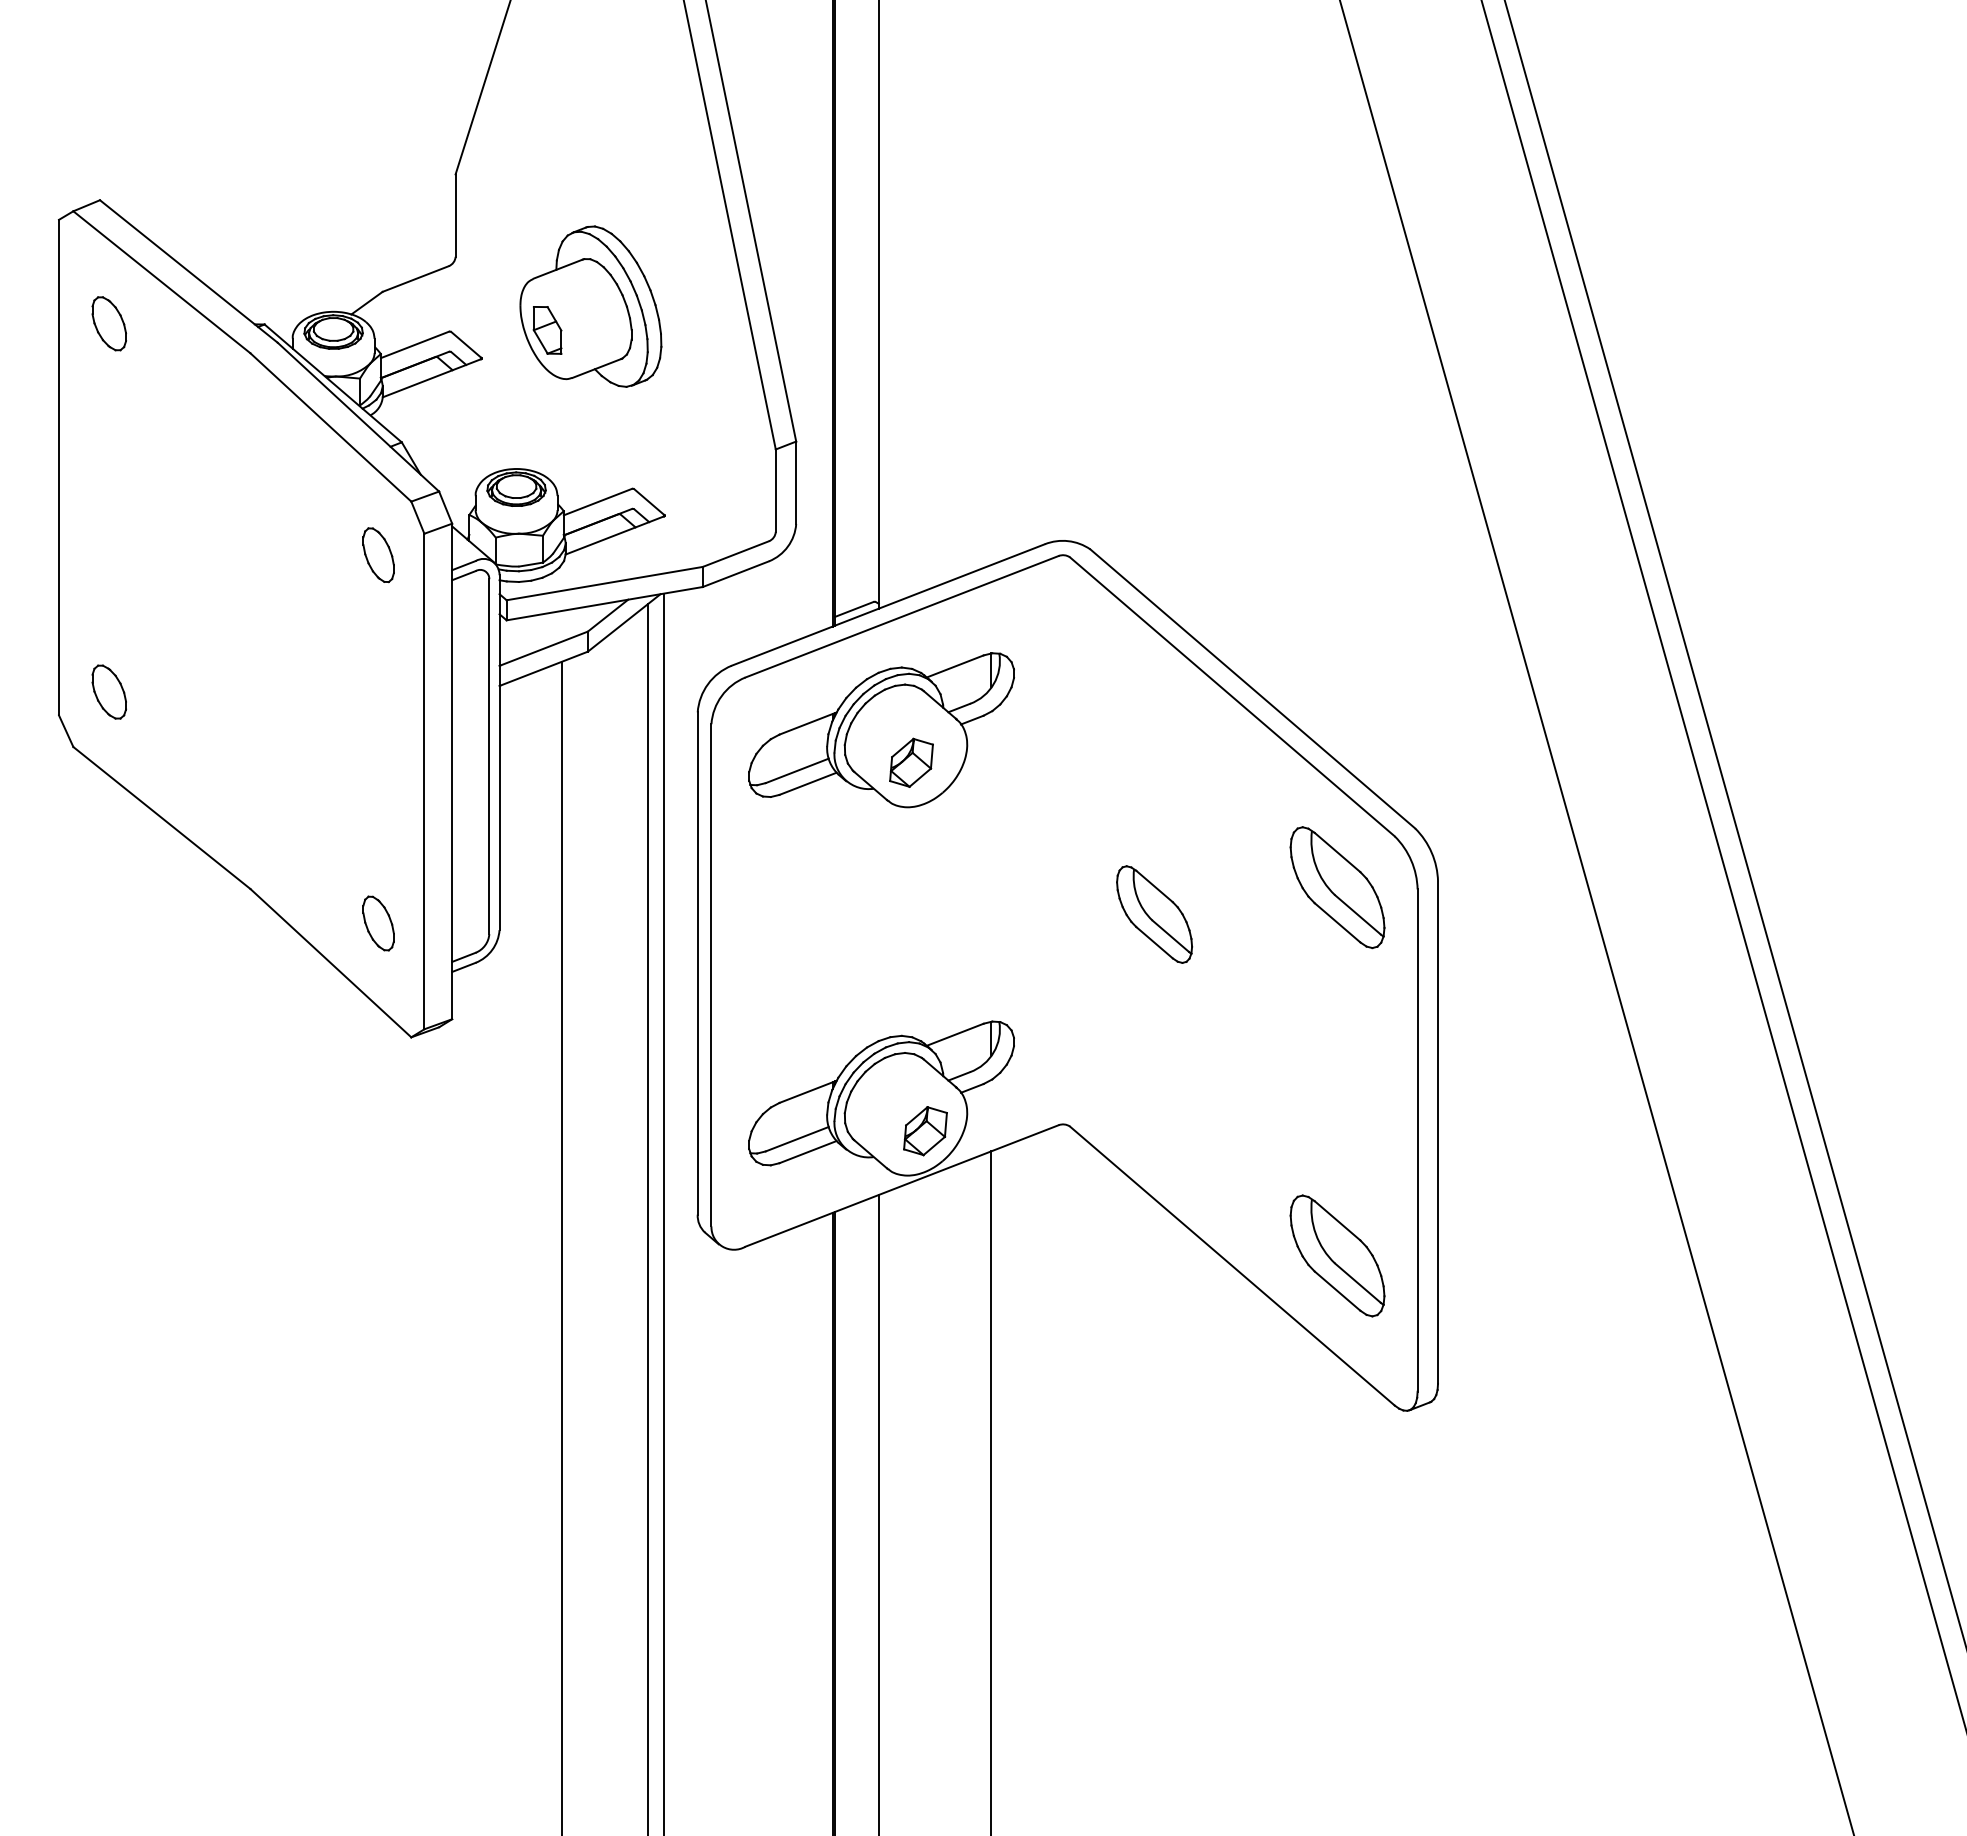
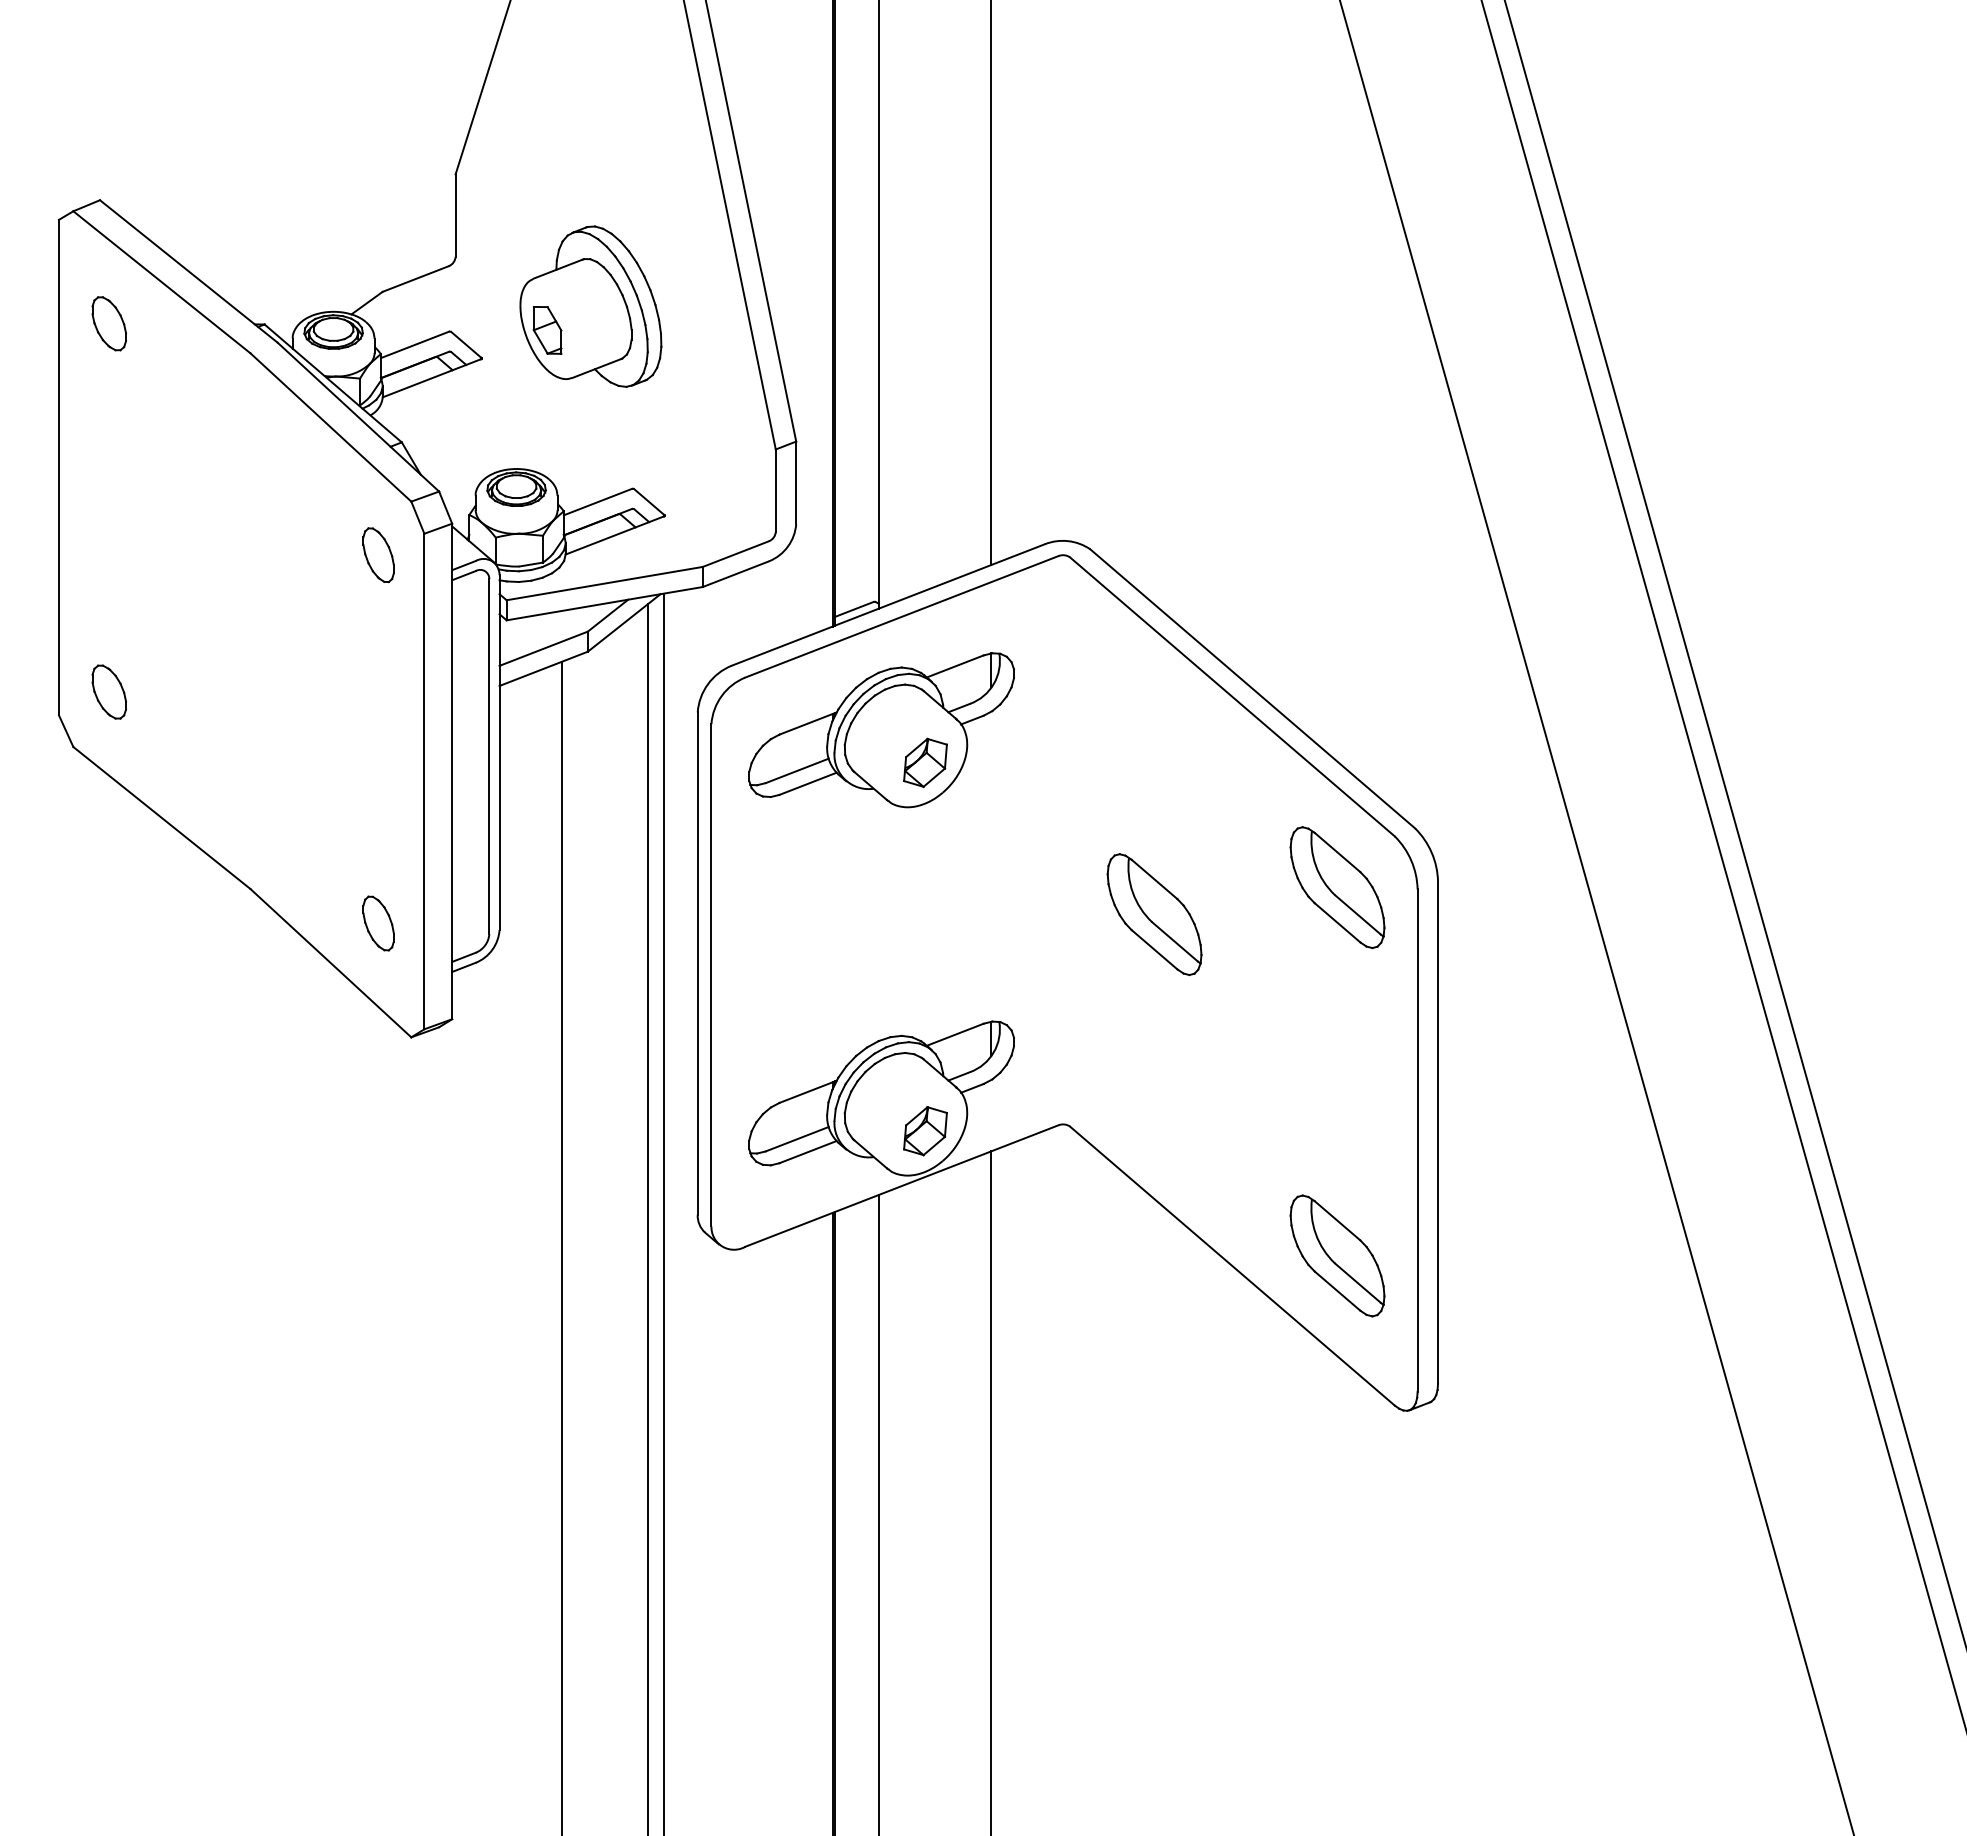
line at (991, 283): none -> present
part at (911, 762) position: (911, 762) -> (925, 762)
part at (1154, 914) size: 78x99 px -> 97x123 px
